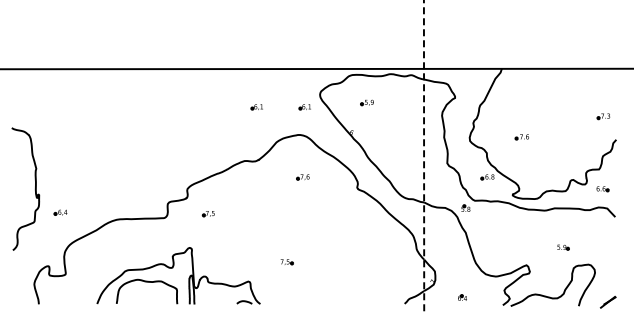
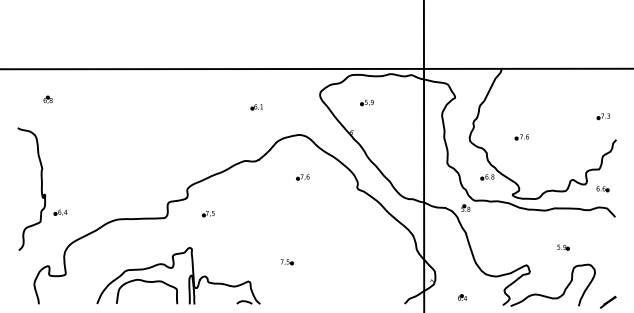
part at (47, 99): none -> present
part at (304, 107): present -> none
line at (424, 156): dashed -> solid
curve at (34, 189) position: (34, 189) -> (40, 189)
